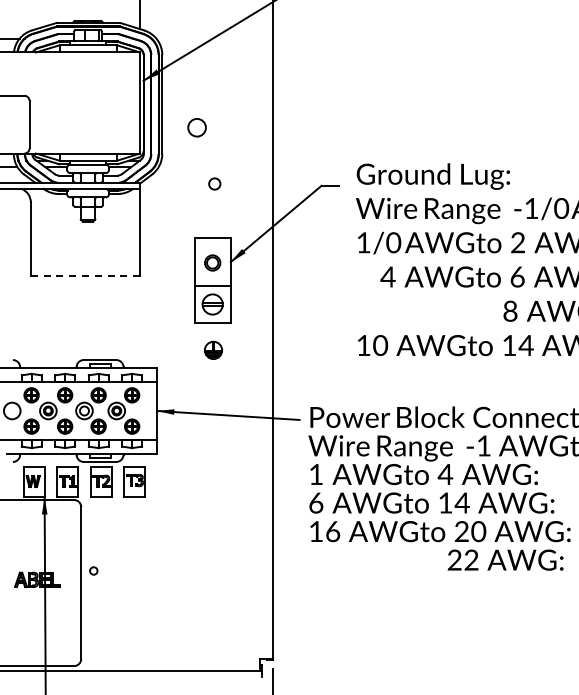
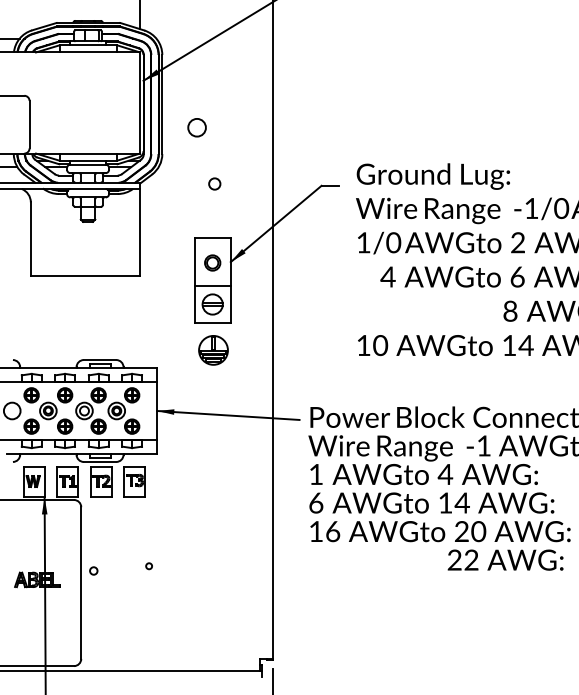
line at (85, 276): dashed -> solid
part at (213, 349) size: 19x20 px -> 31x31 px
circle at (148, 566): none -> present
